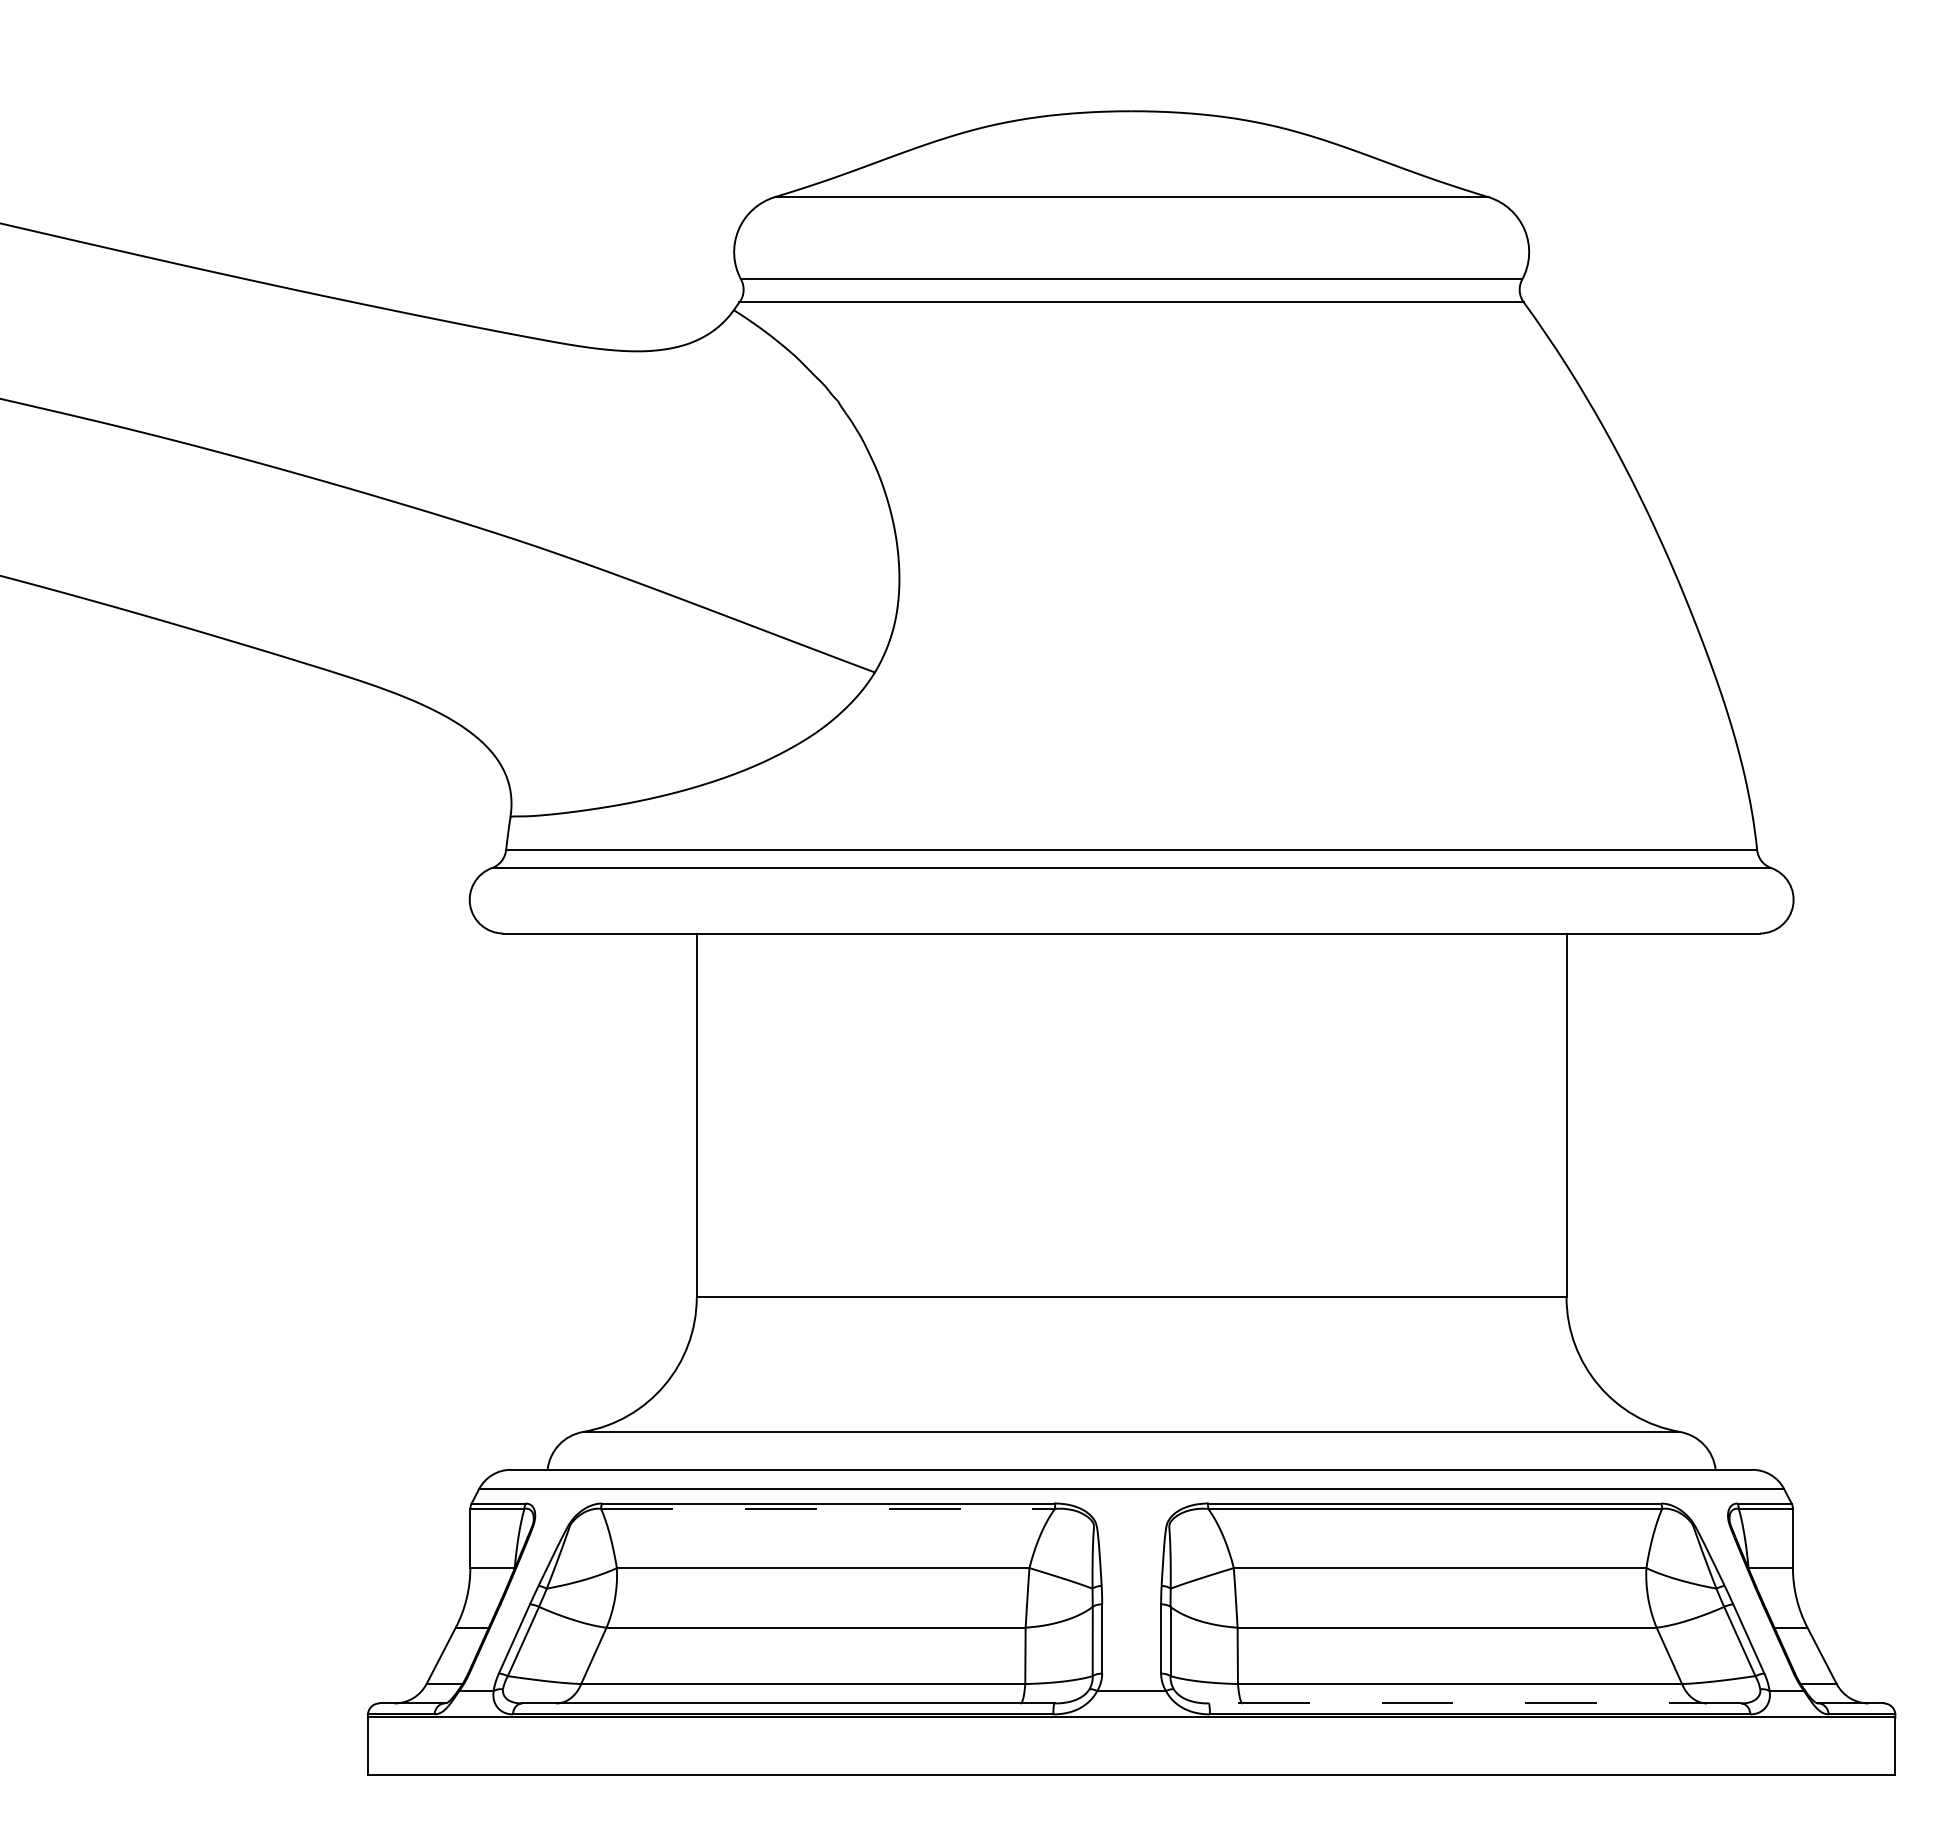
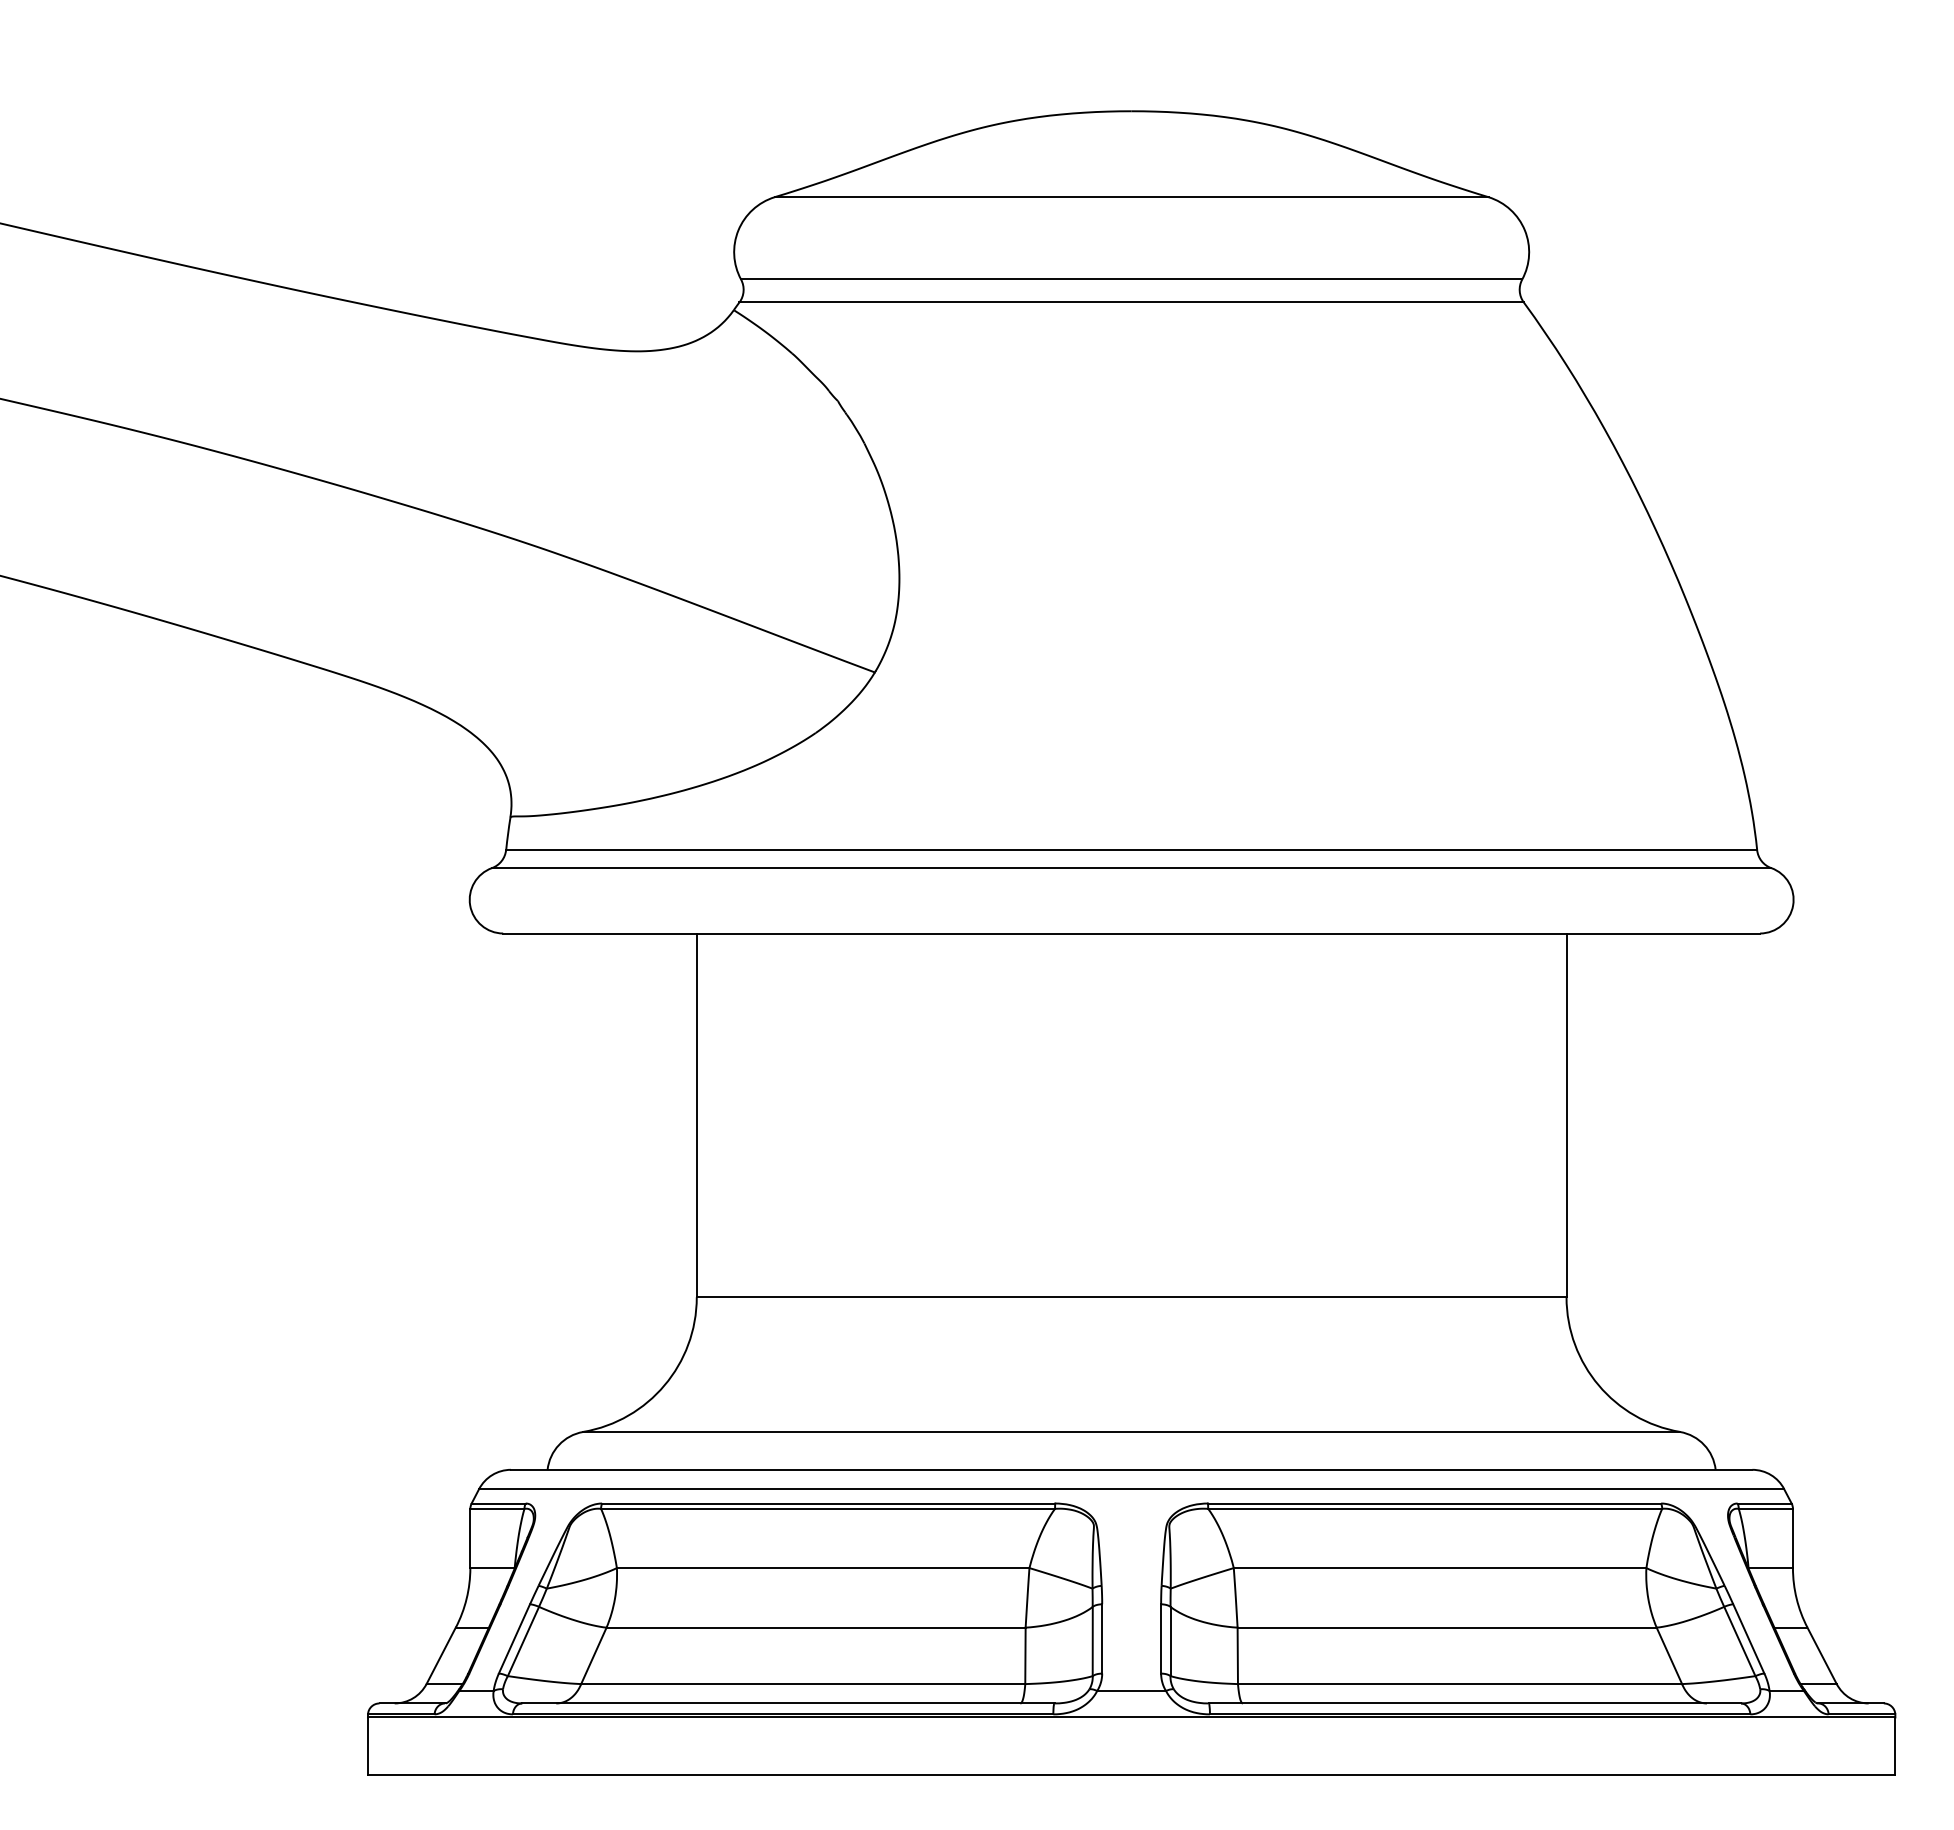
line at (828, 1508): dashed -> solid
line at (1474, 1703): dashed -> solid
